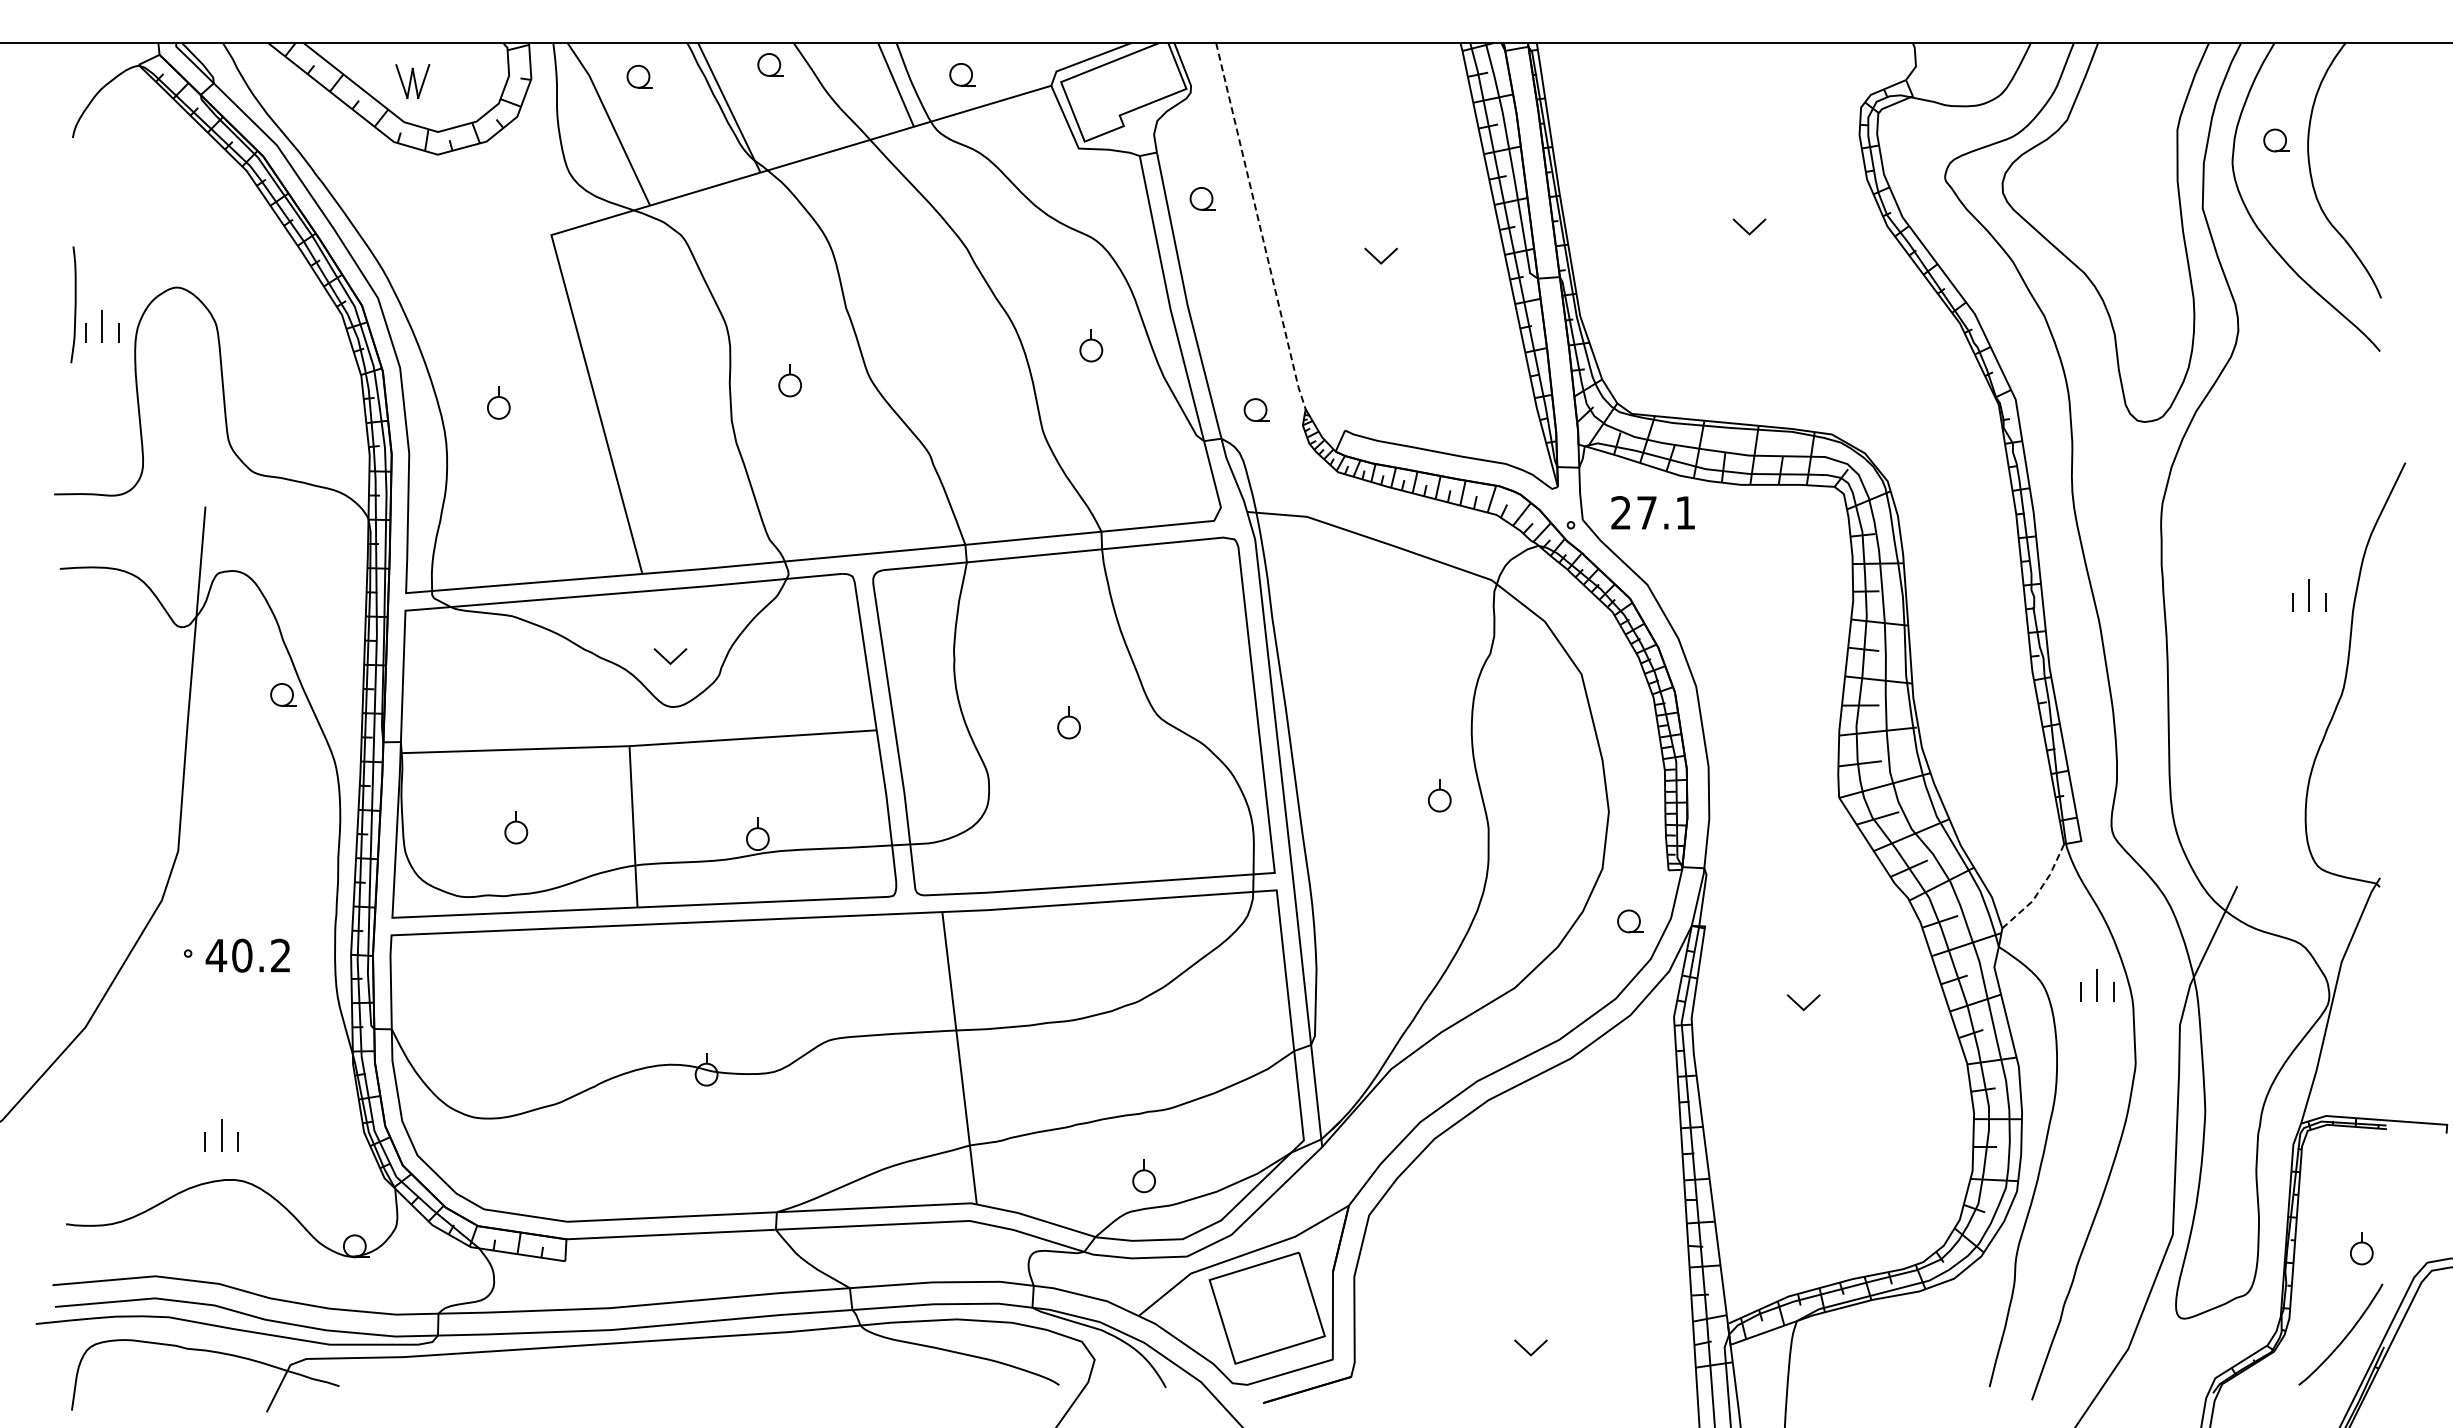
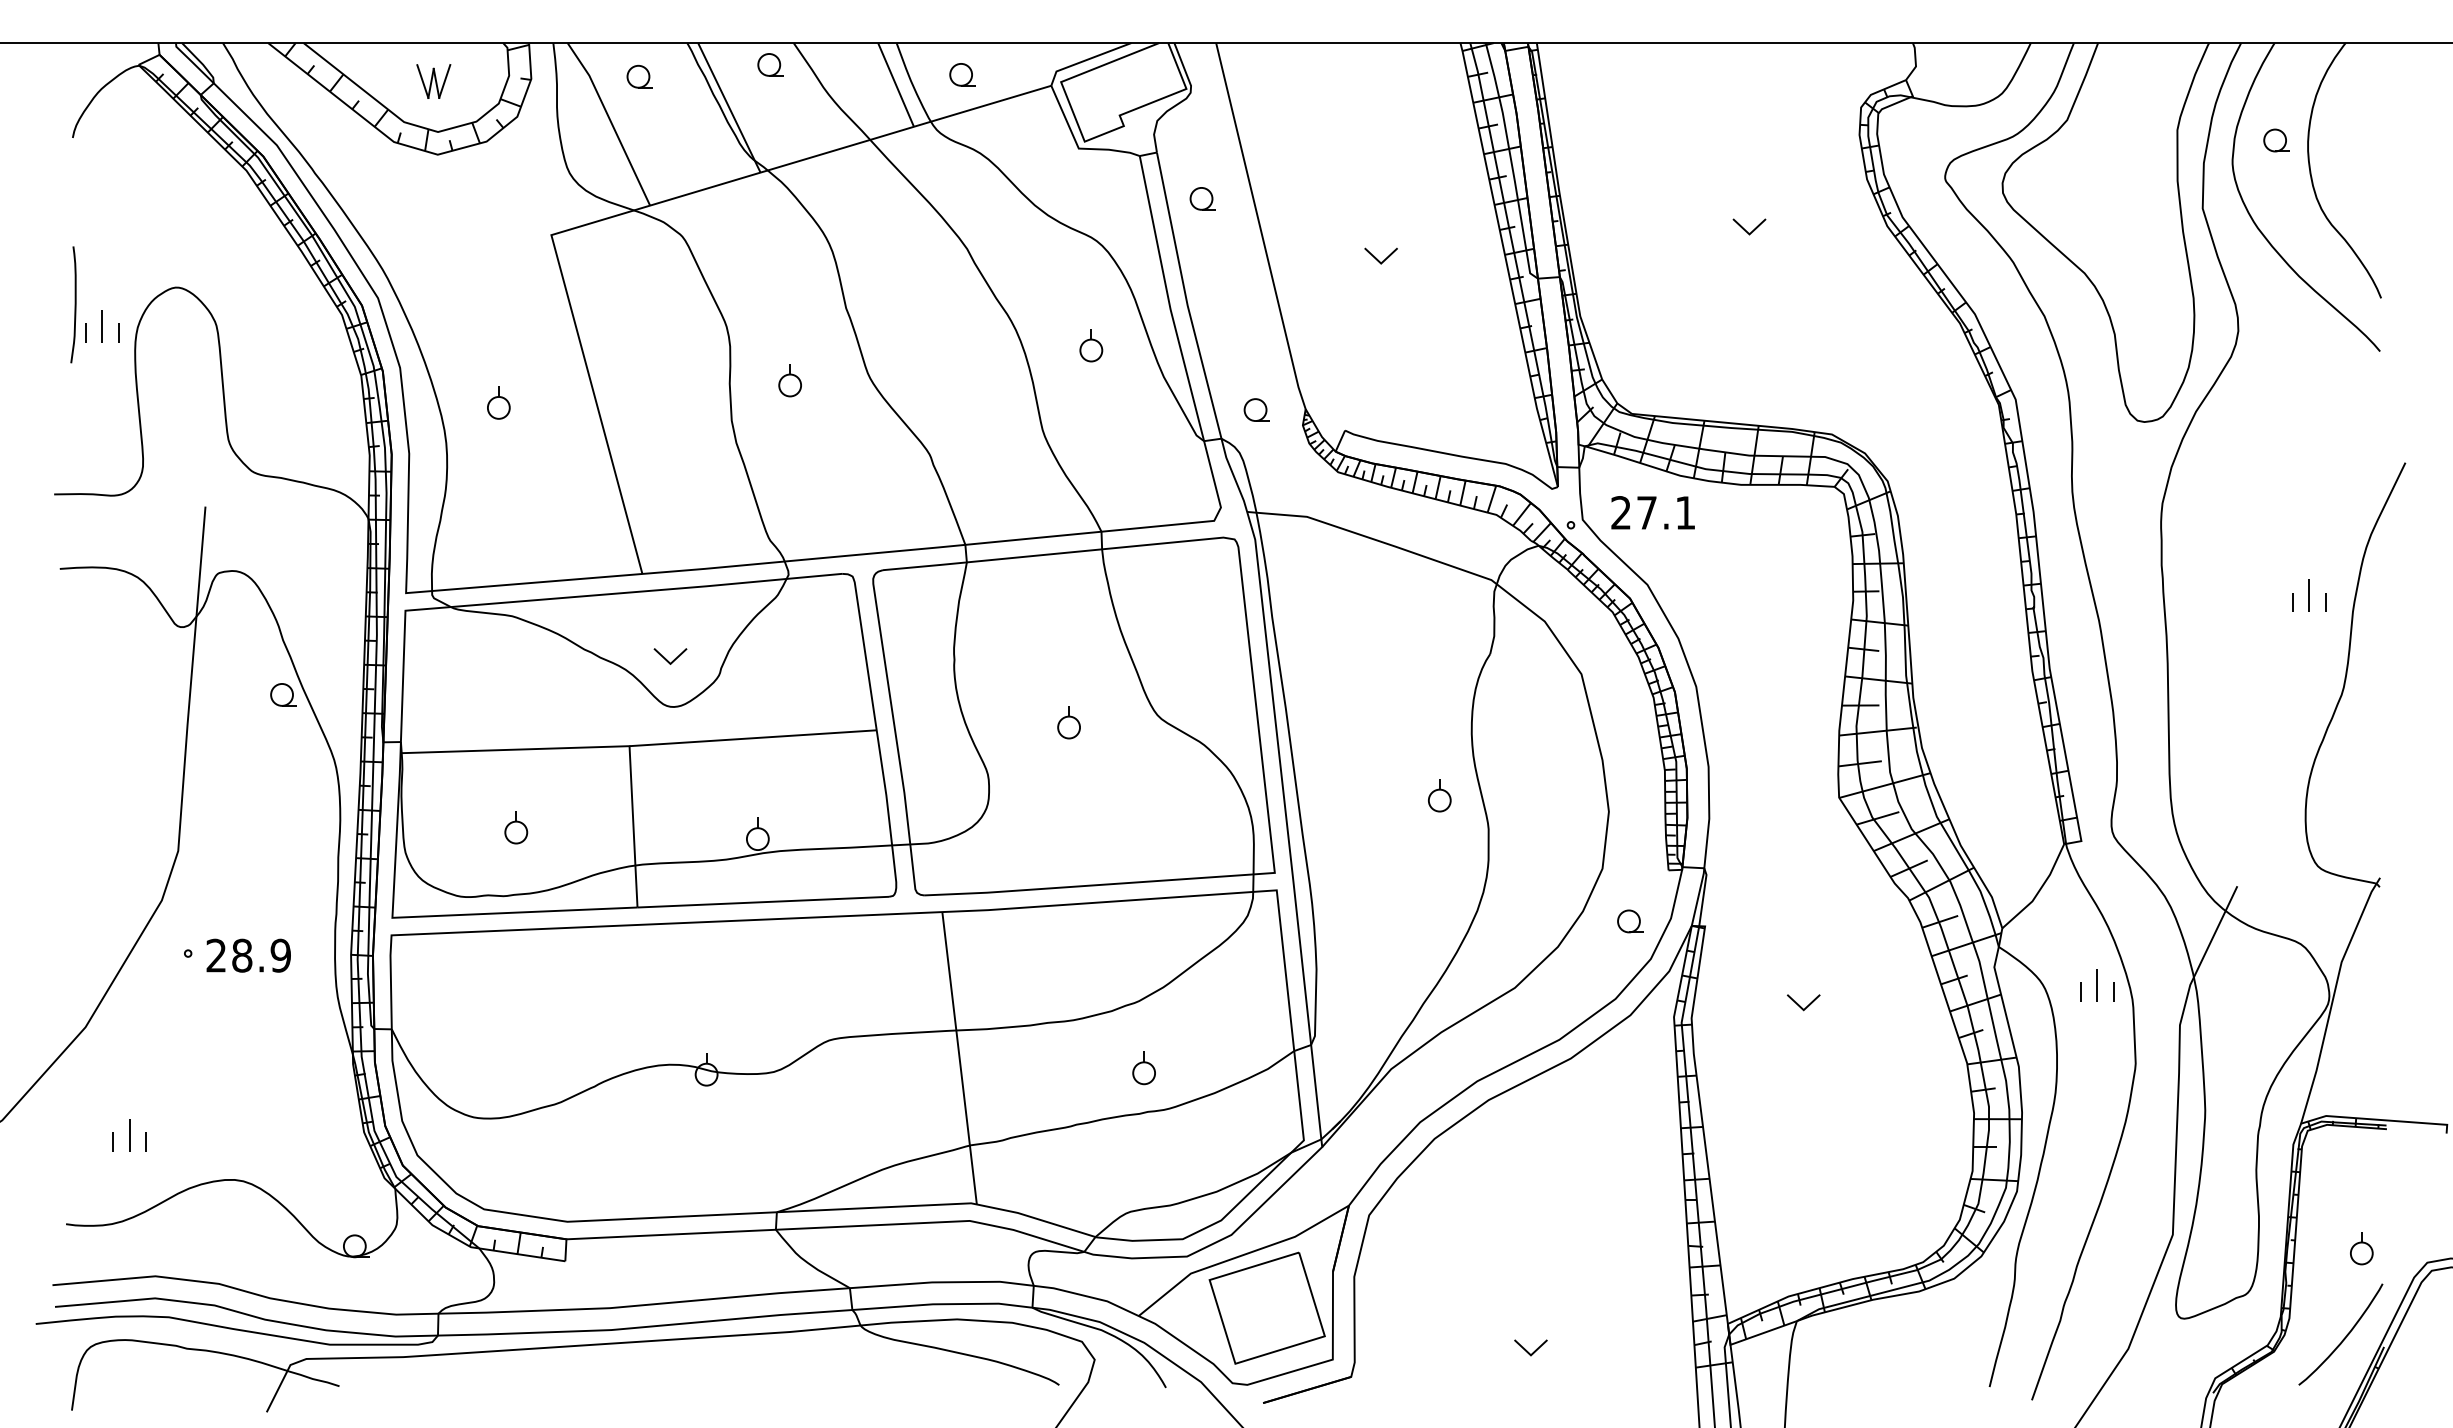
part at (412, 81) position: (412, 81) -> (433, 81)
line at (1260, 227): dashed -> solid
line at (2039, 891): dashed -> solid
text at (247, 955): 40.2 -> 28.9
part at (221, 1135) position: (221, 1135) -> (129, 1135)
part at (1143, 1176) position: (1143, 1176) -> (1143, 1068)
